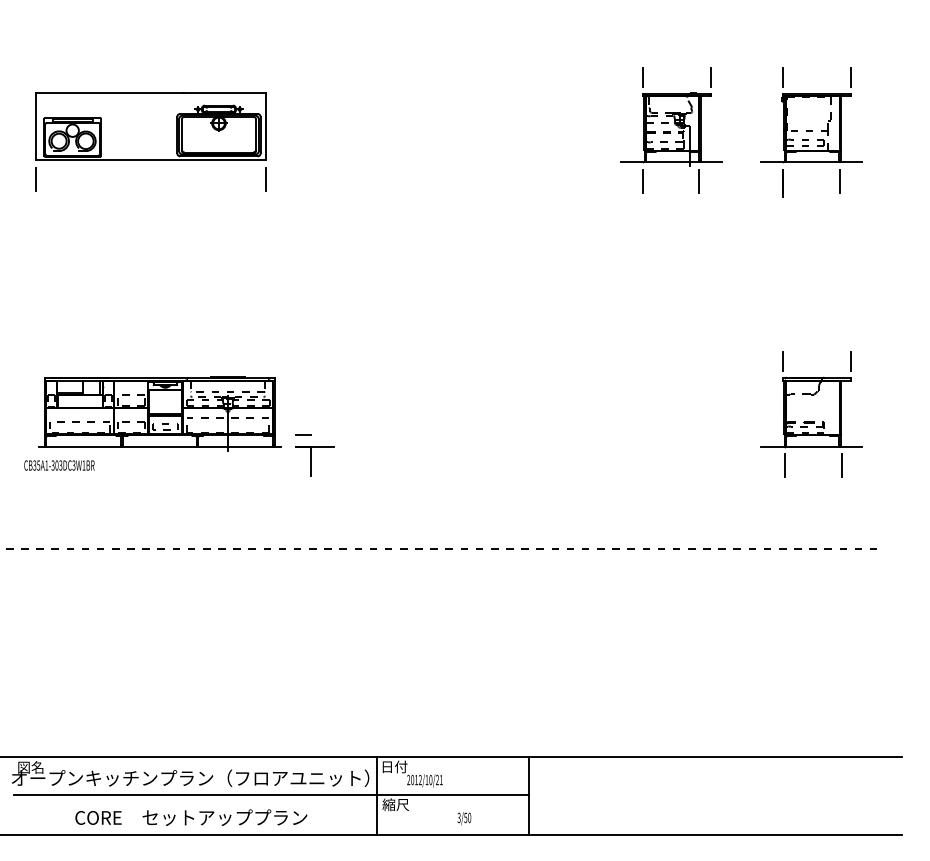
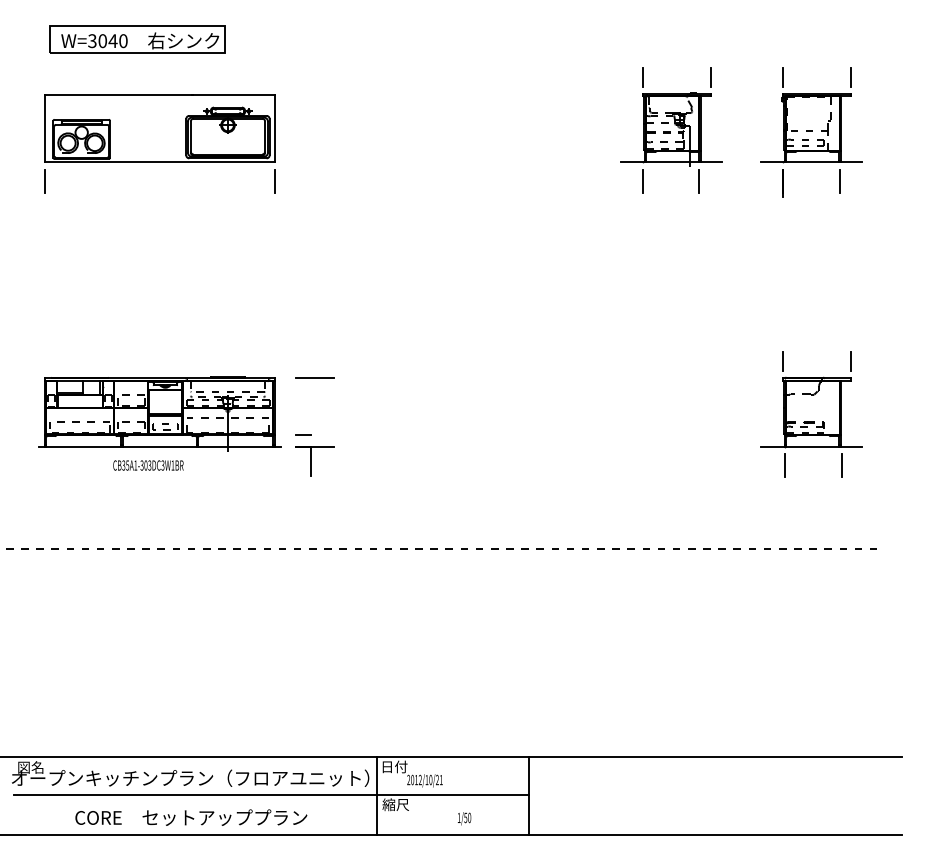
part at (137, 39): none -> present
part at (150, 141) position: (150, 141) -> (159, 143)
line at (315, 378): none -> present
text at (59, 465) position: (59, 465) -> (148, 465)
text at (458, 817): 3/50 -> 1/50
